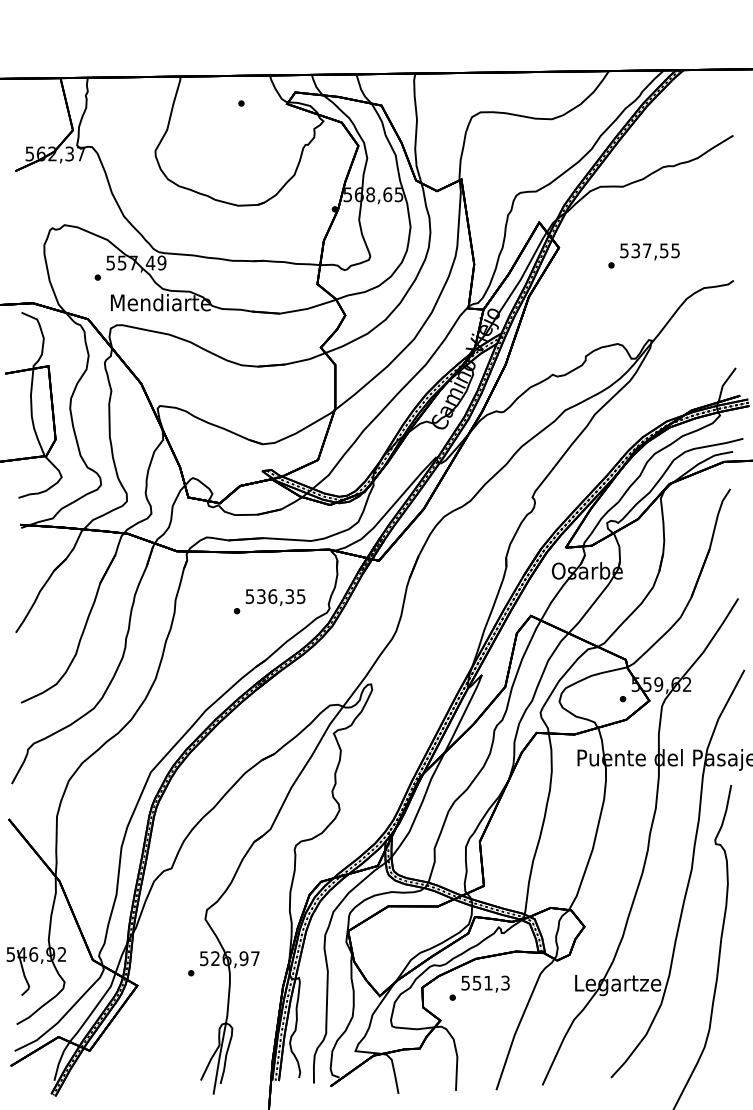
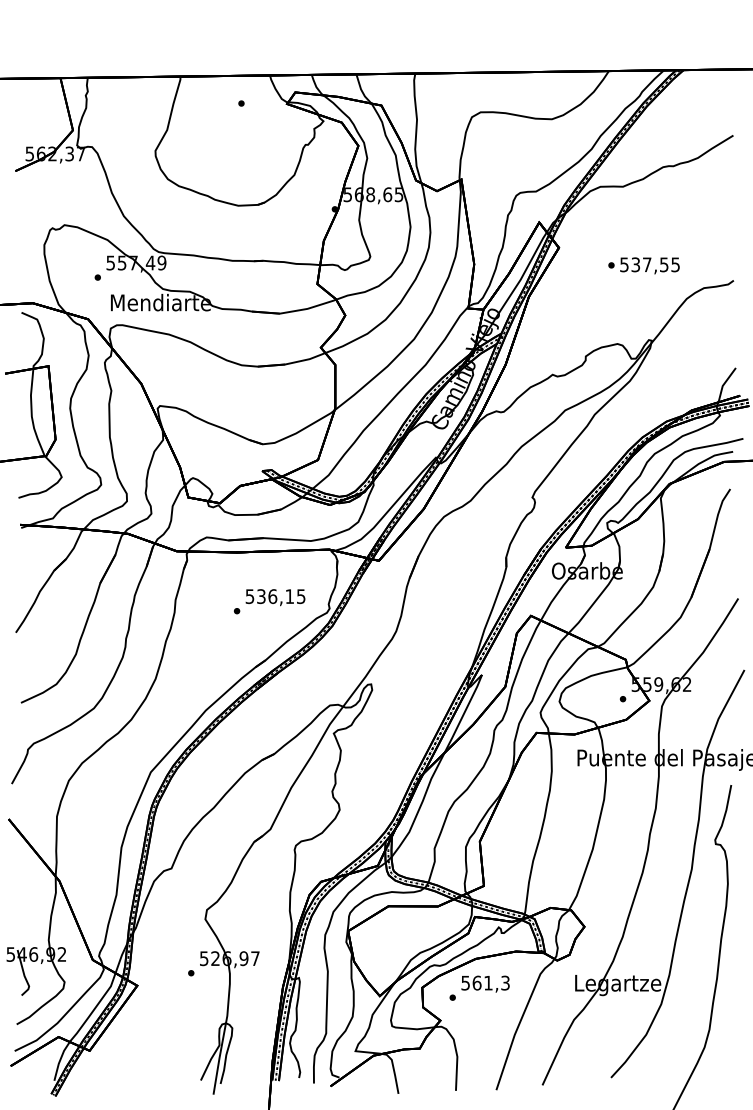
text at (649, 251) position: (649, 251) -> (649, 265)
text at (289, 596): 536,35 -> 536,15
text at (476, 982): 551,3 -> 561,3
